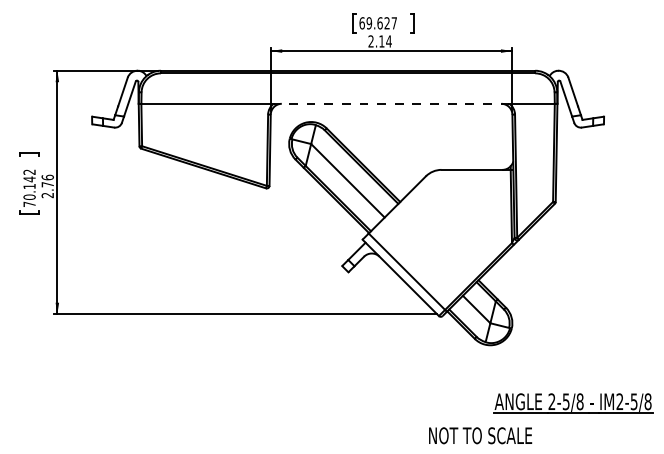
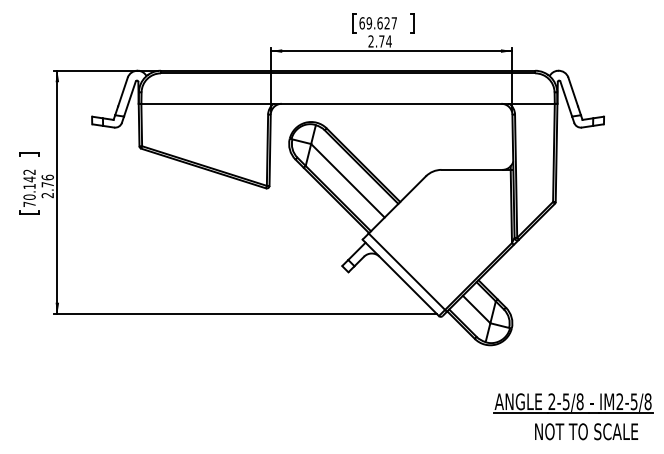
text at (381, 41): 2.14 -> 2.74
line at (391, 103): dashed -> solid
text at (480, 435) position: (480, 435) -> (586, 431)
